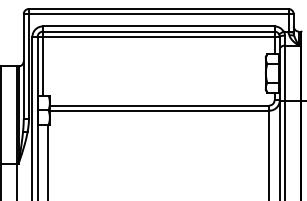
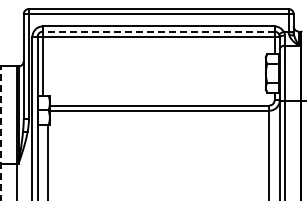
line at (158, 31): solid -> dashed
line at (0, 133): solid -> dashed
